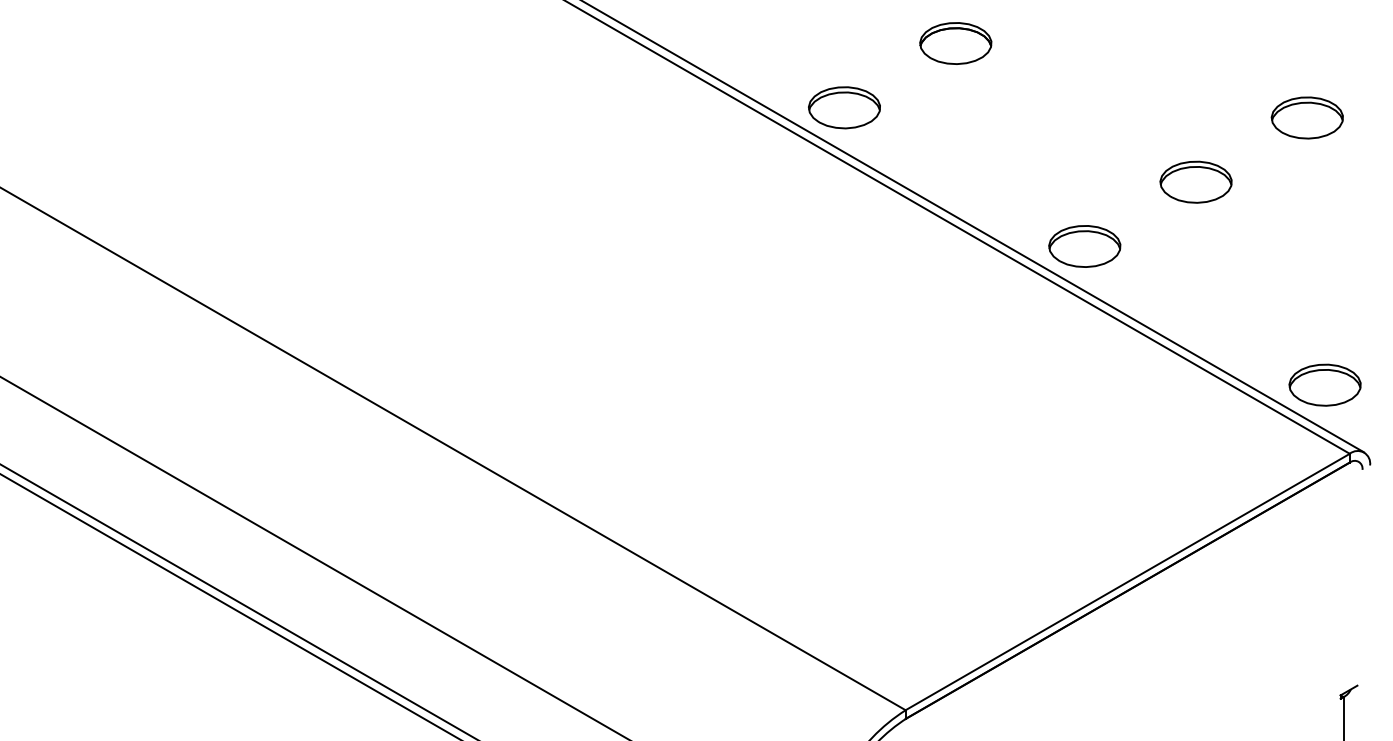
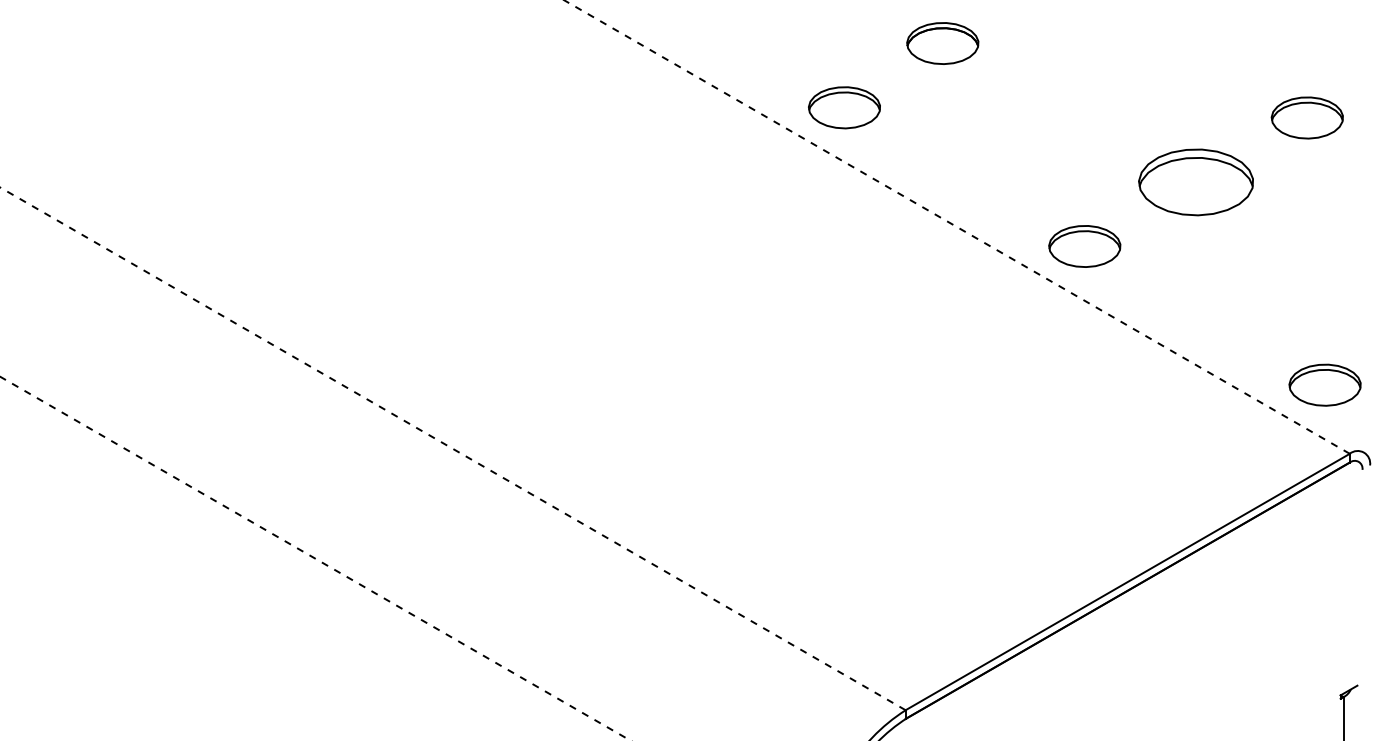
part at (955, 43) position: (955, 43) -> (942, 43)
part at (1195, 181) size: 74x44 px -> 116x69 px
line at (956, 226): solid -> dashed
line at (974, 227): present -> none
line at (452, 448): solid -> dashed
line at (315, 558): solid -> dashed
line at (237, 601): present -> none
line at (229, 606): present -> none
